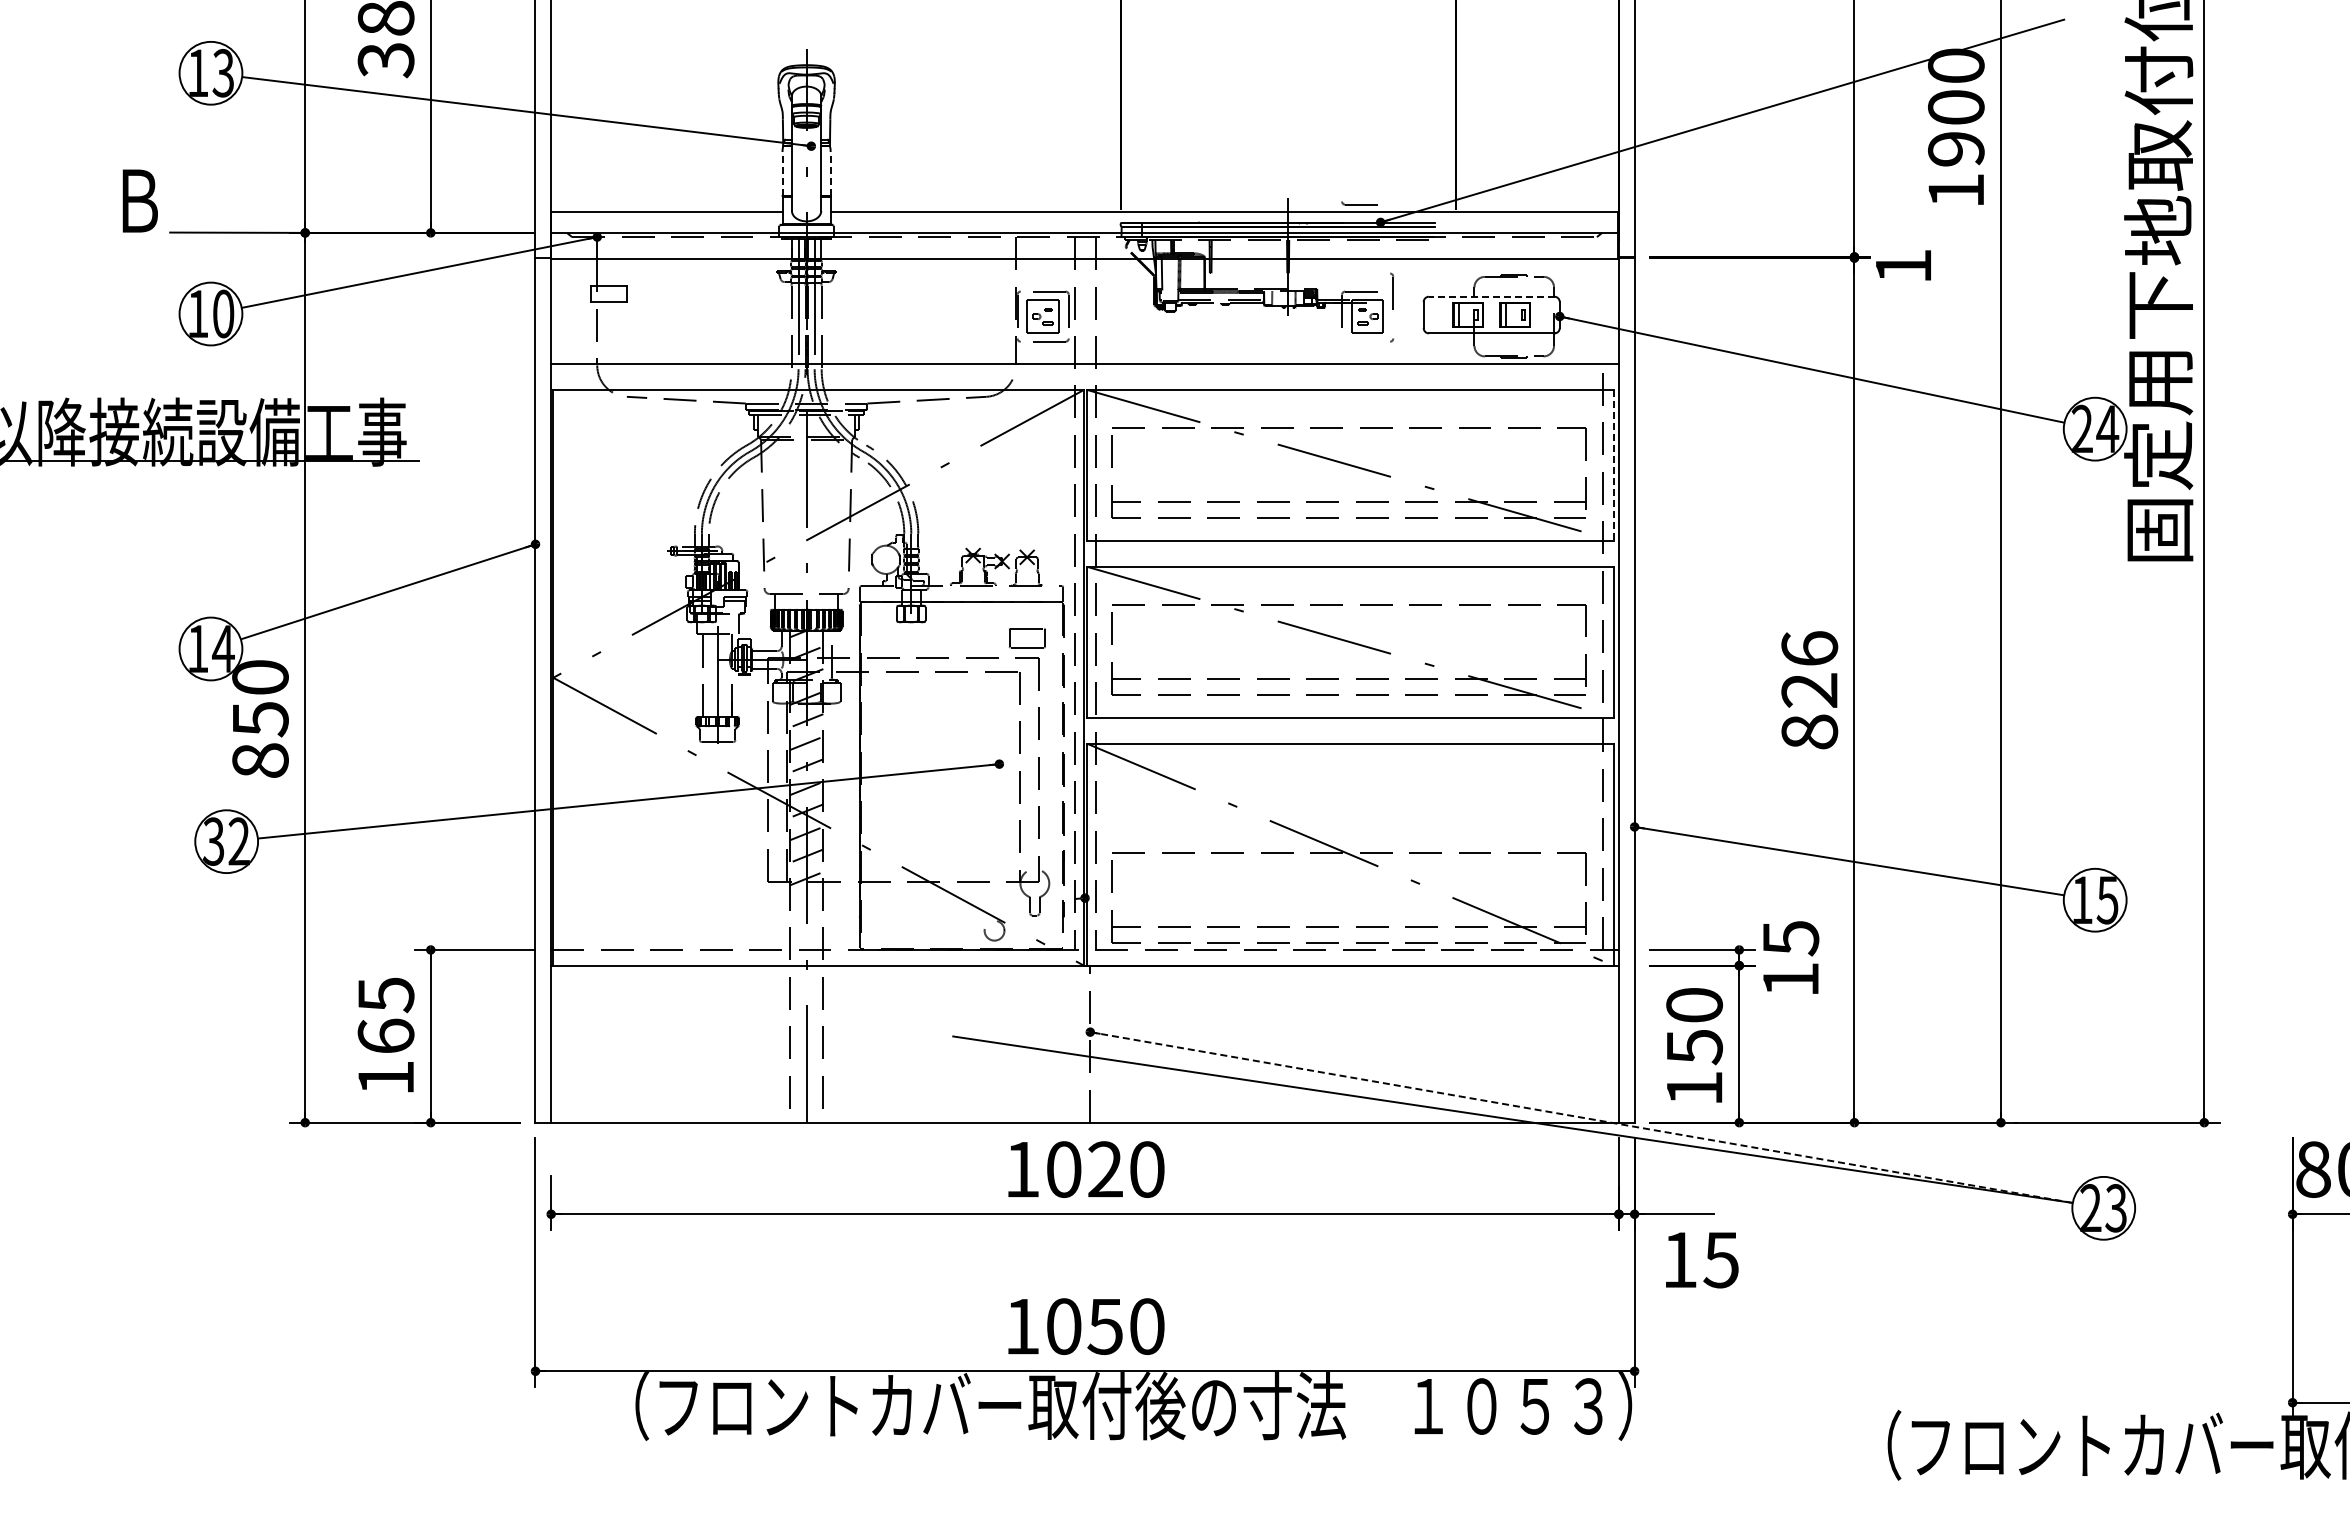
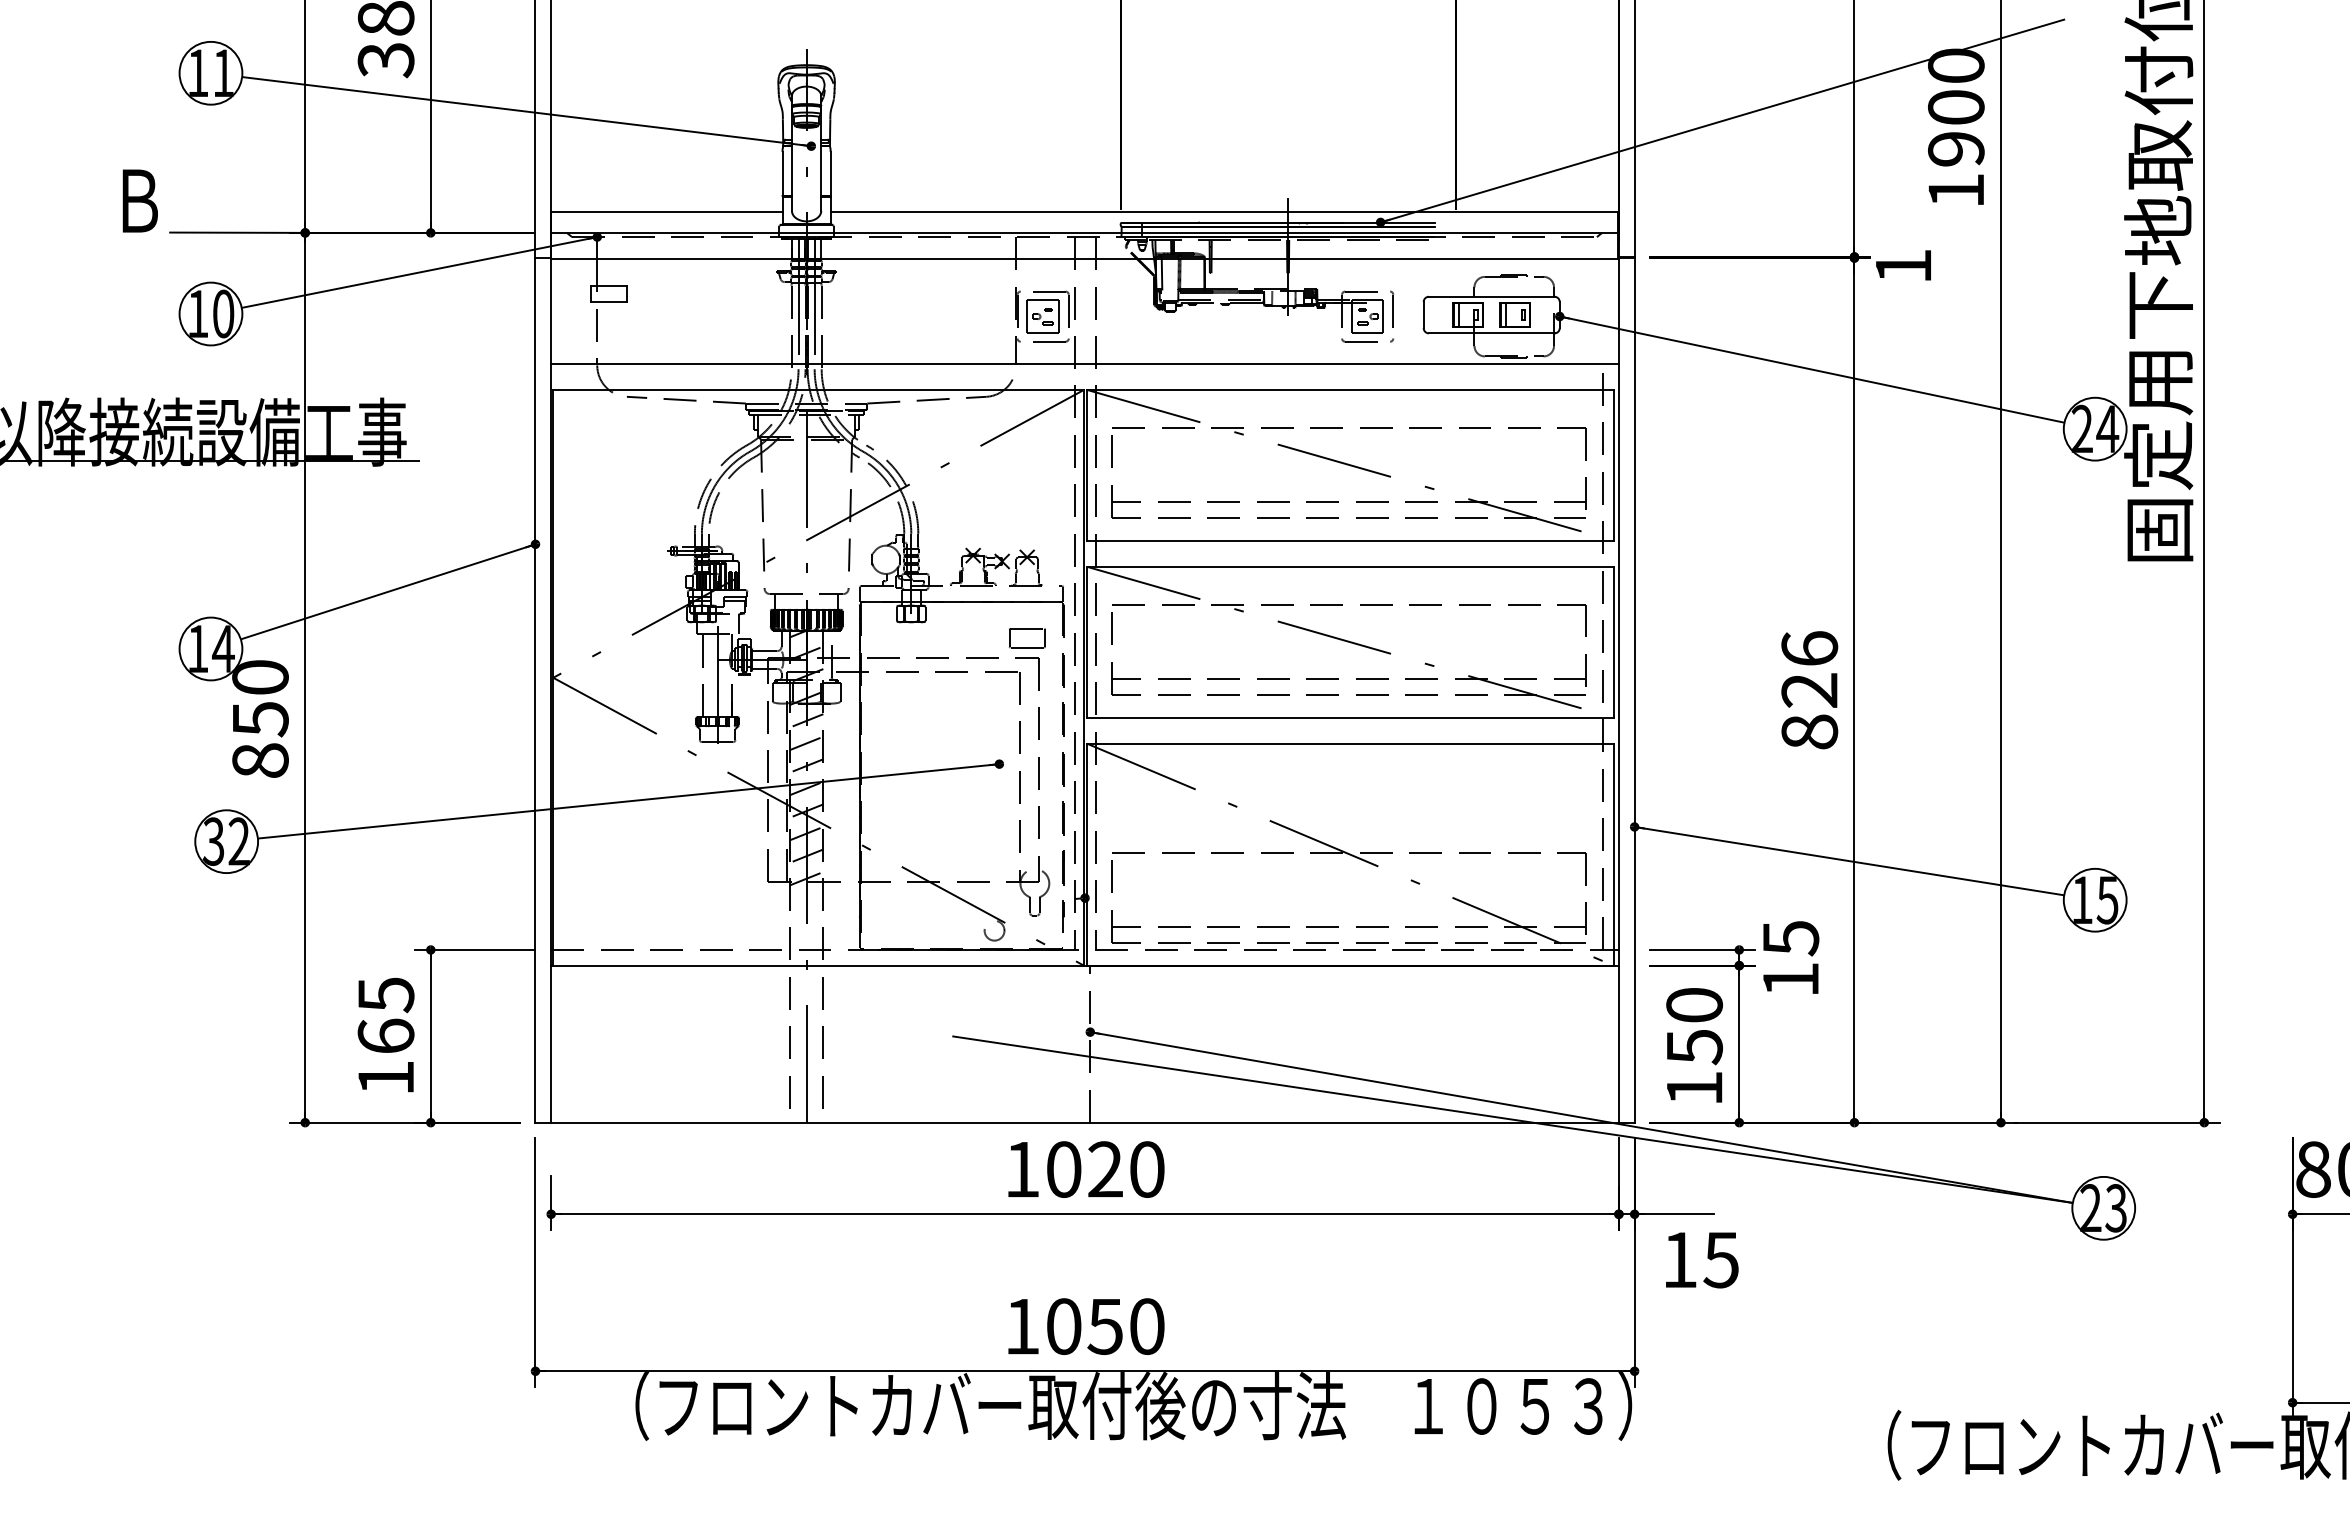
text at (222, 72): 13 -> 11
line at (782, 173): dashed -> solid
line at (830, 173): dashed -> solid
part at (1359, 203) position: (1359, 203) -> (1359, 340)
part at (1392, 290) position: (1392, 290) -> (1392, 308)
line at (1491, 296): dashed -> solid
line at (1613, 465): dashed -> solid
line at (1581, 1117): dashed -> solid
